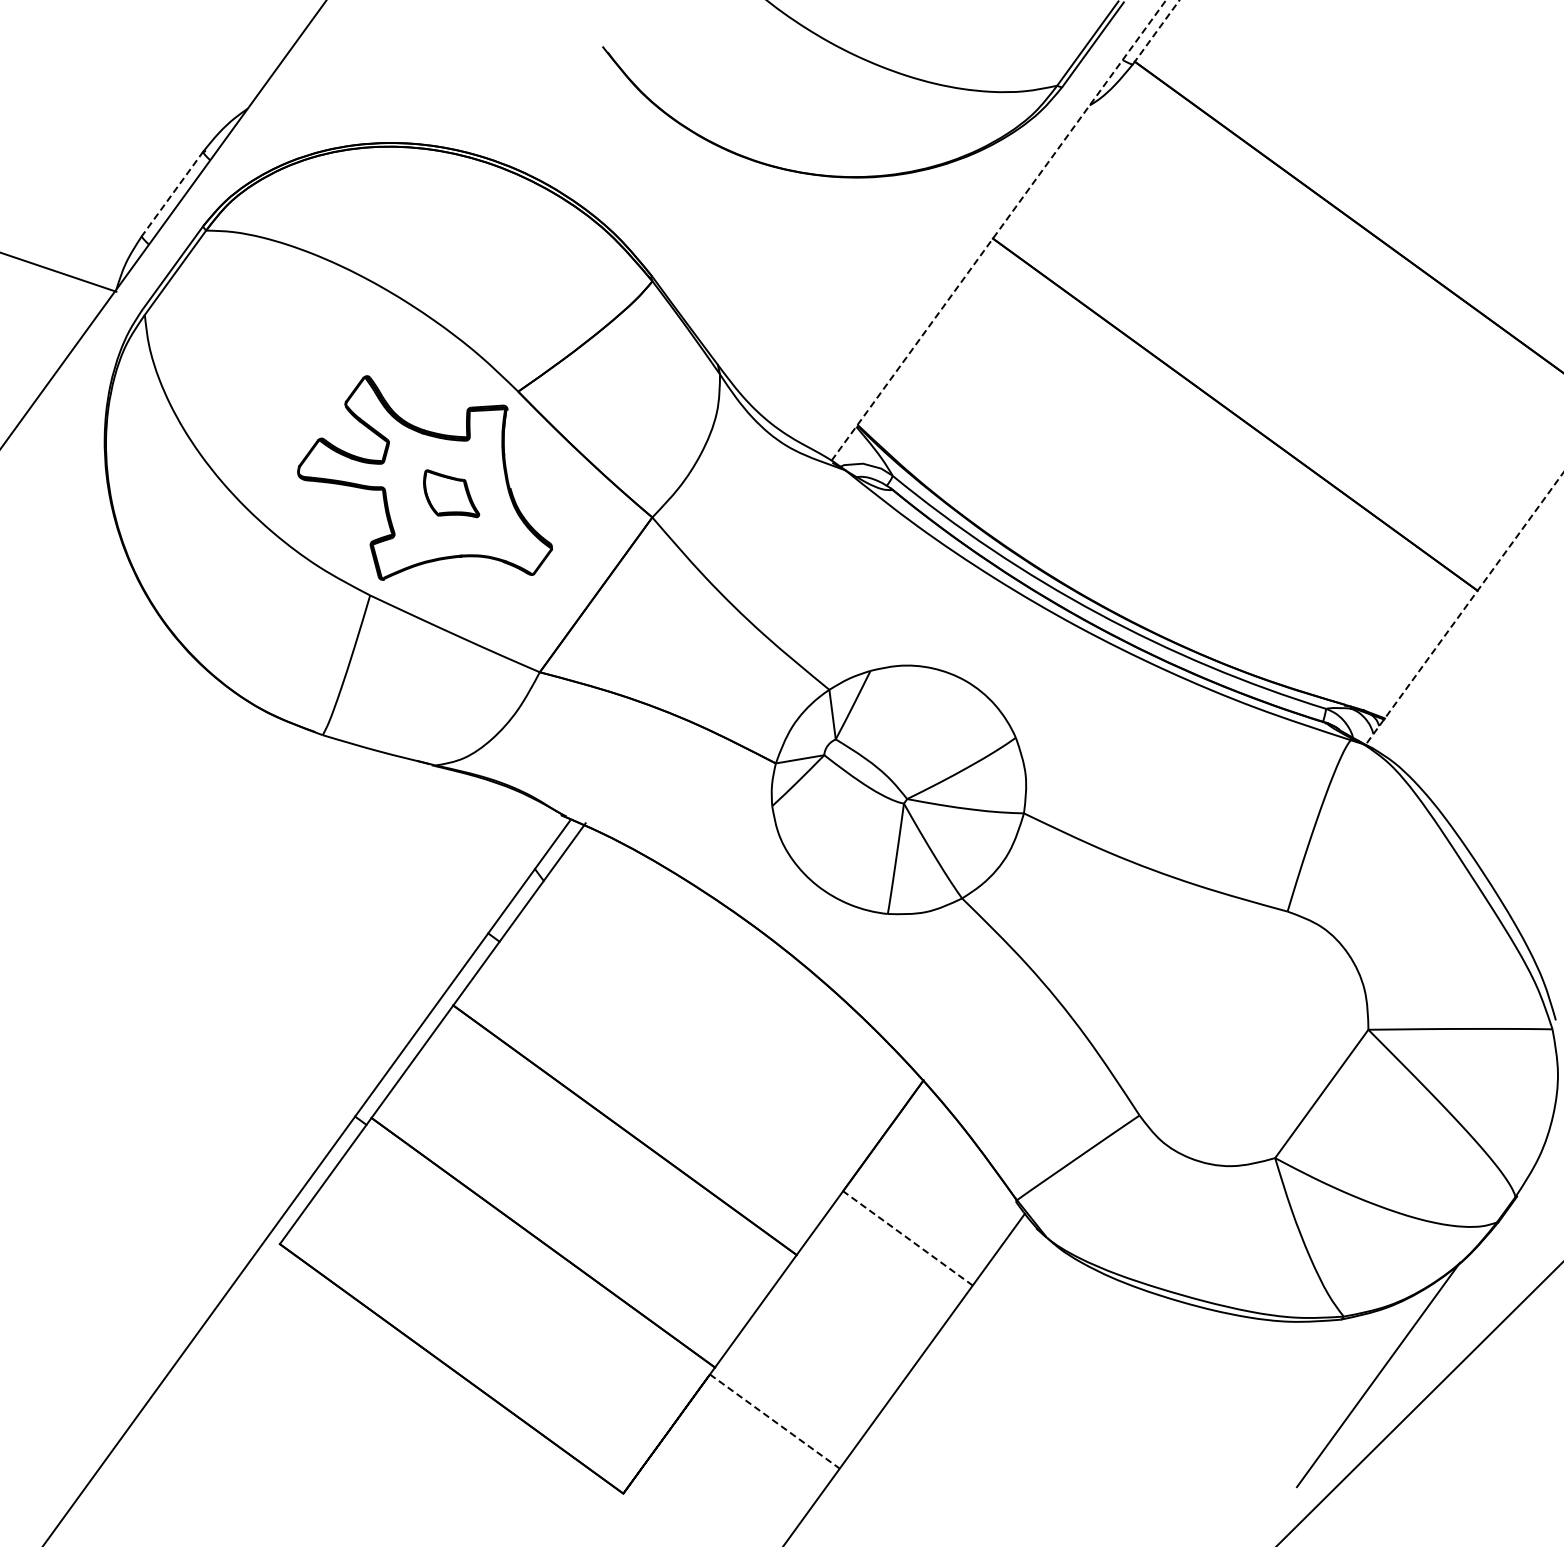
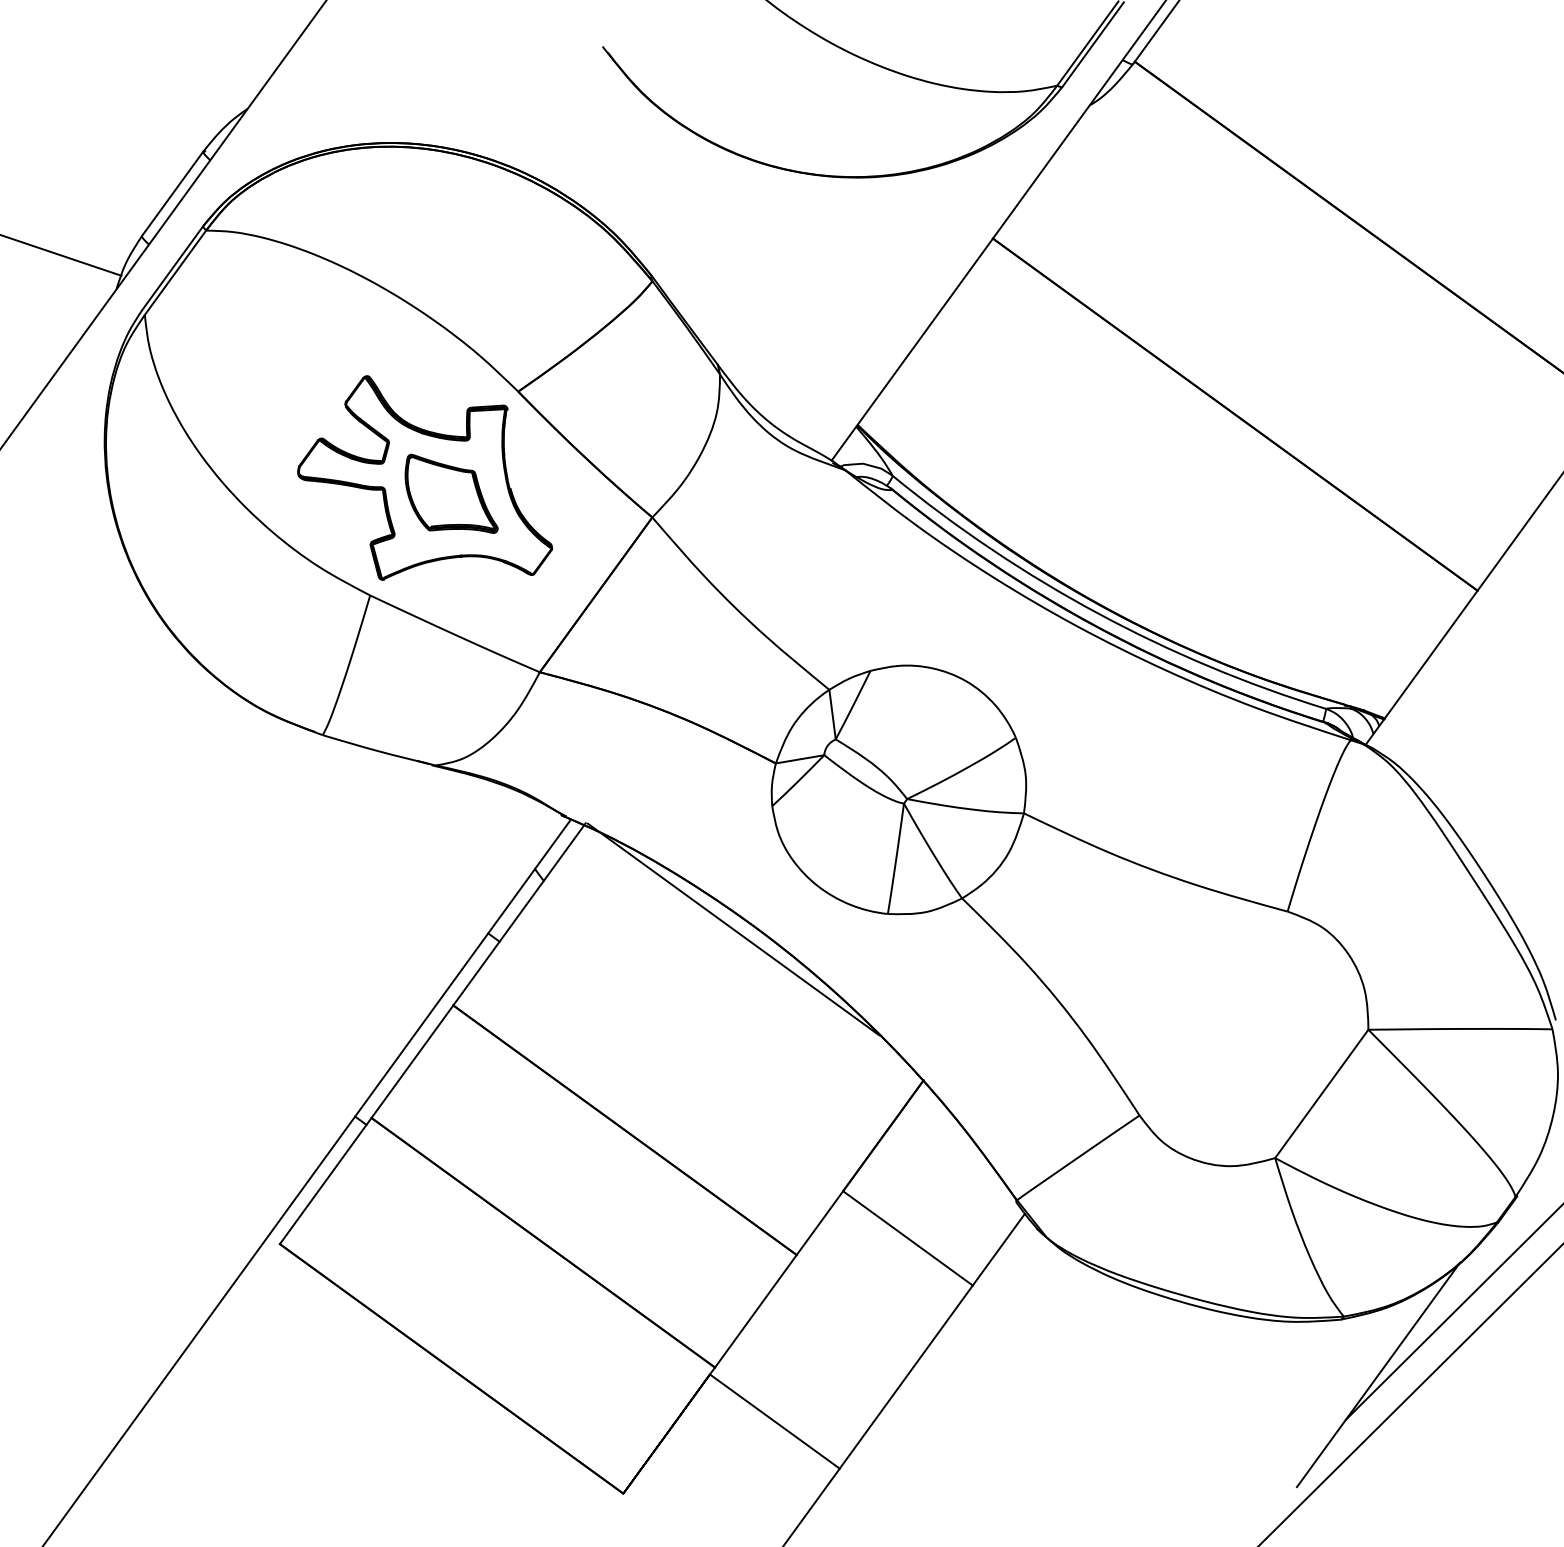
line at (1156, 31): dashed -> solid
line at (172, 193): dashed -> solid
line at (999, 230): dashed -> solid
line at (59, 272) position: (59, 272) -> (61, 255)
part at (451, 493) size: 58x50 px -> 95x81 px
line at (1464, 608): dashed -> solid
line at (733, 929): none -> present
line at (907, 1238): dashed -> solid
line at (1453, 1312): none -> present
line at (1419, 1403) position: (1419, 1403) -> (1410, 1394)
line at (775, 1421): dashed -> solid
